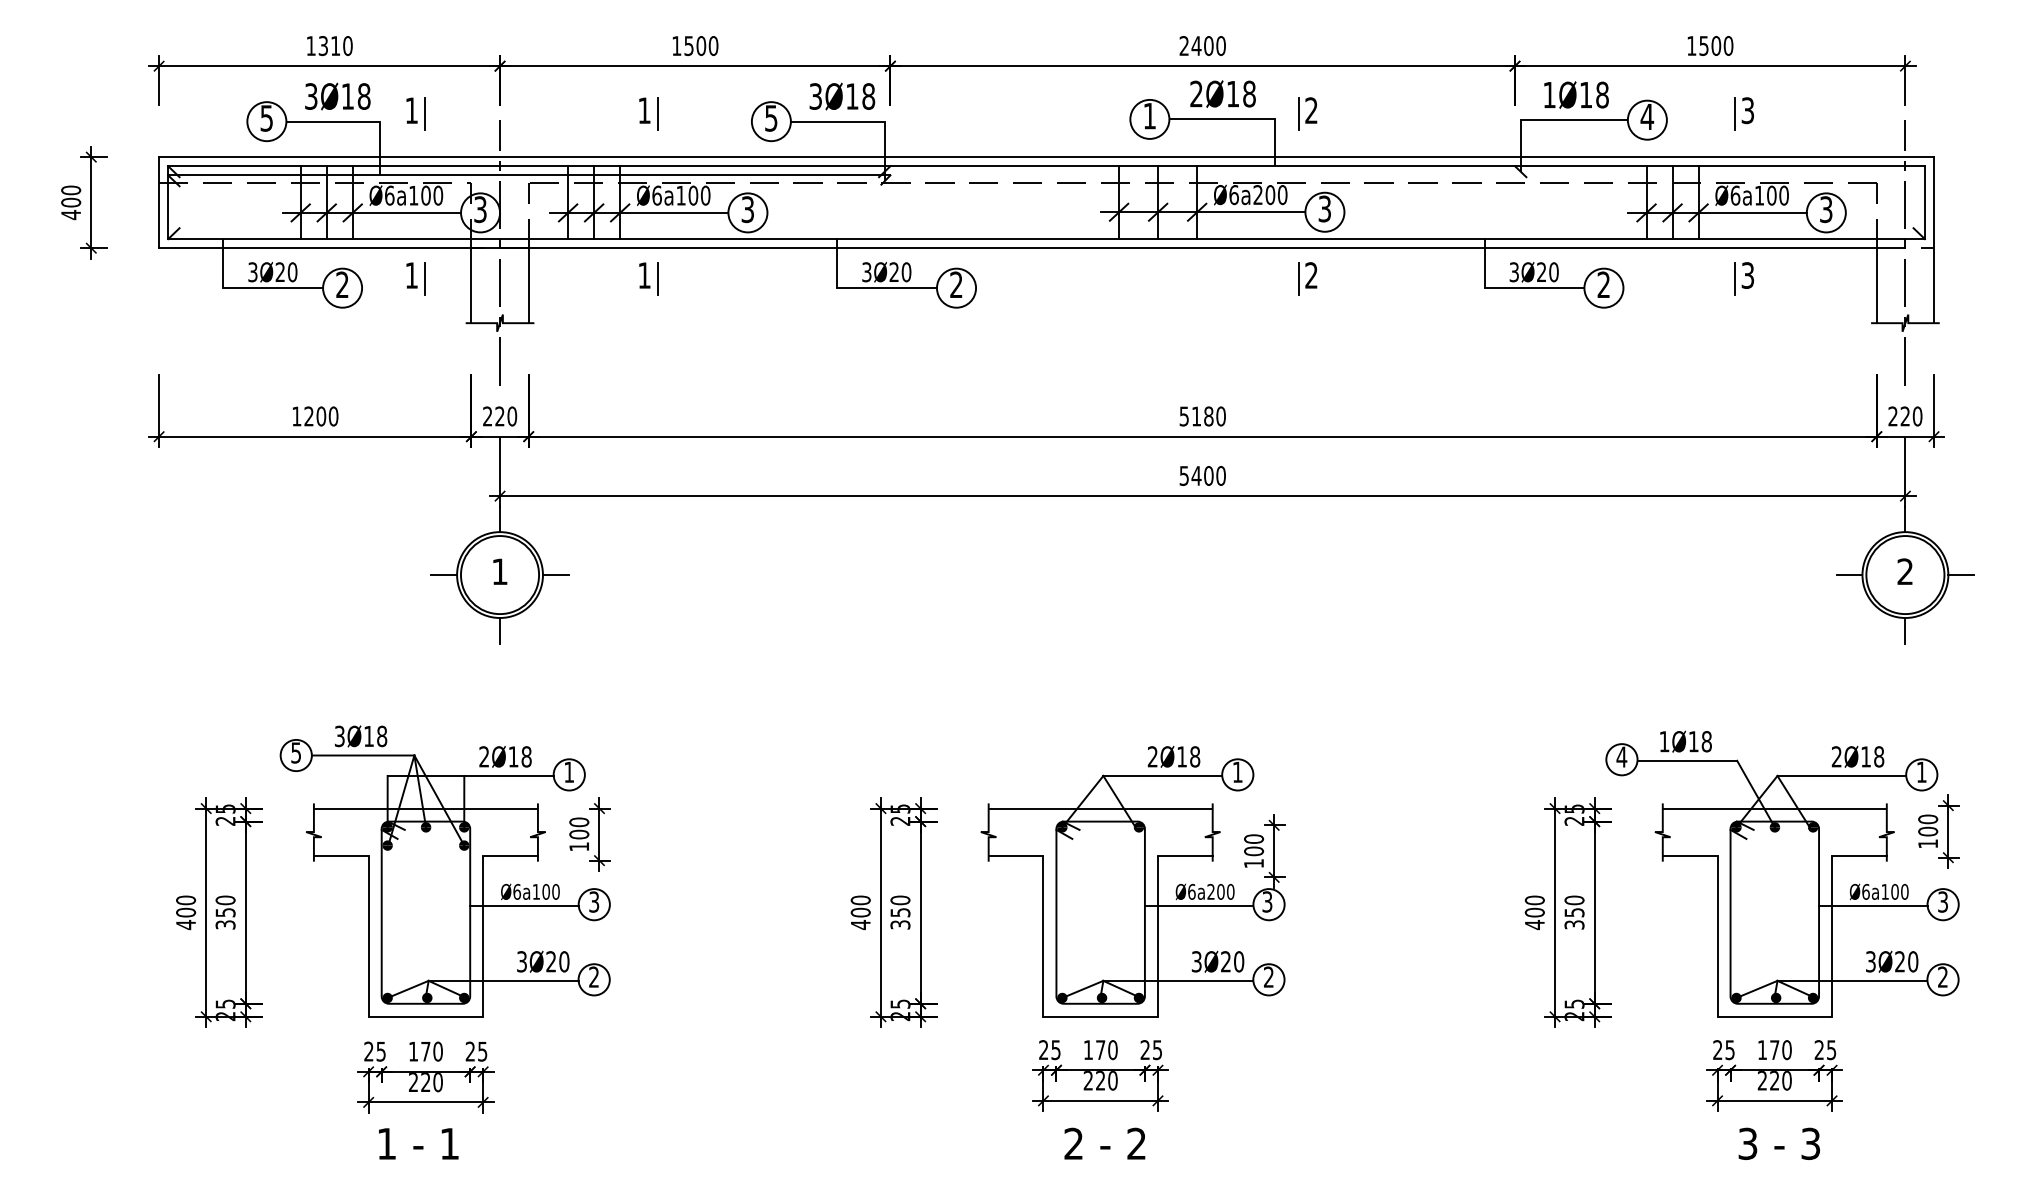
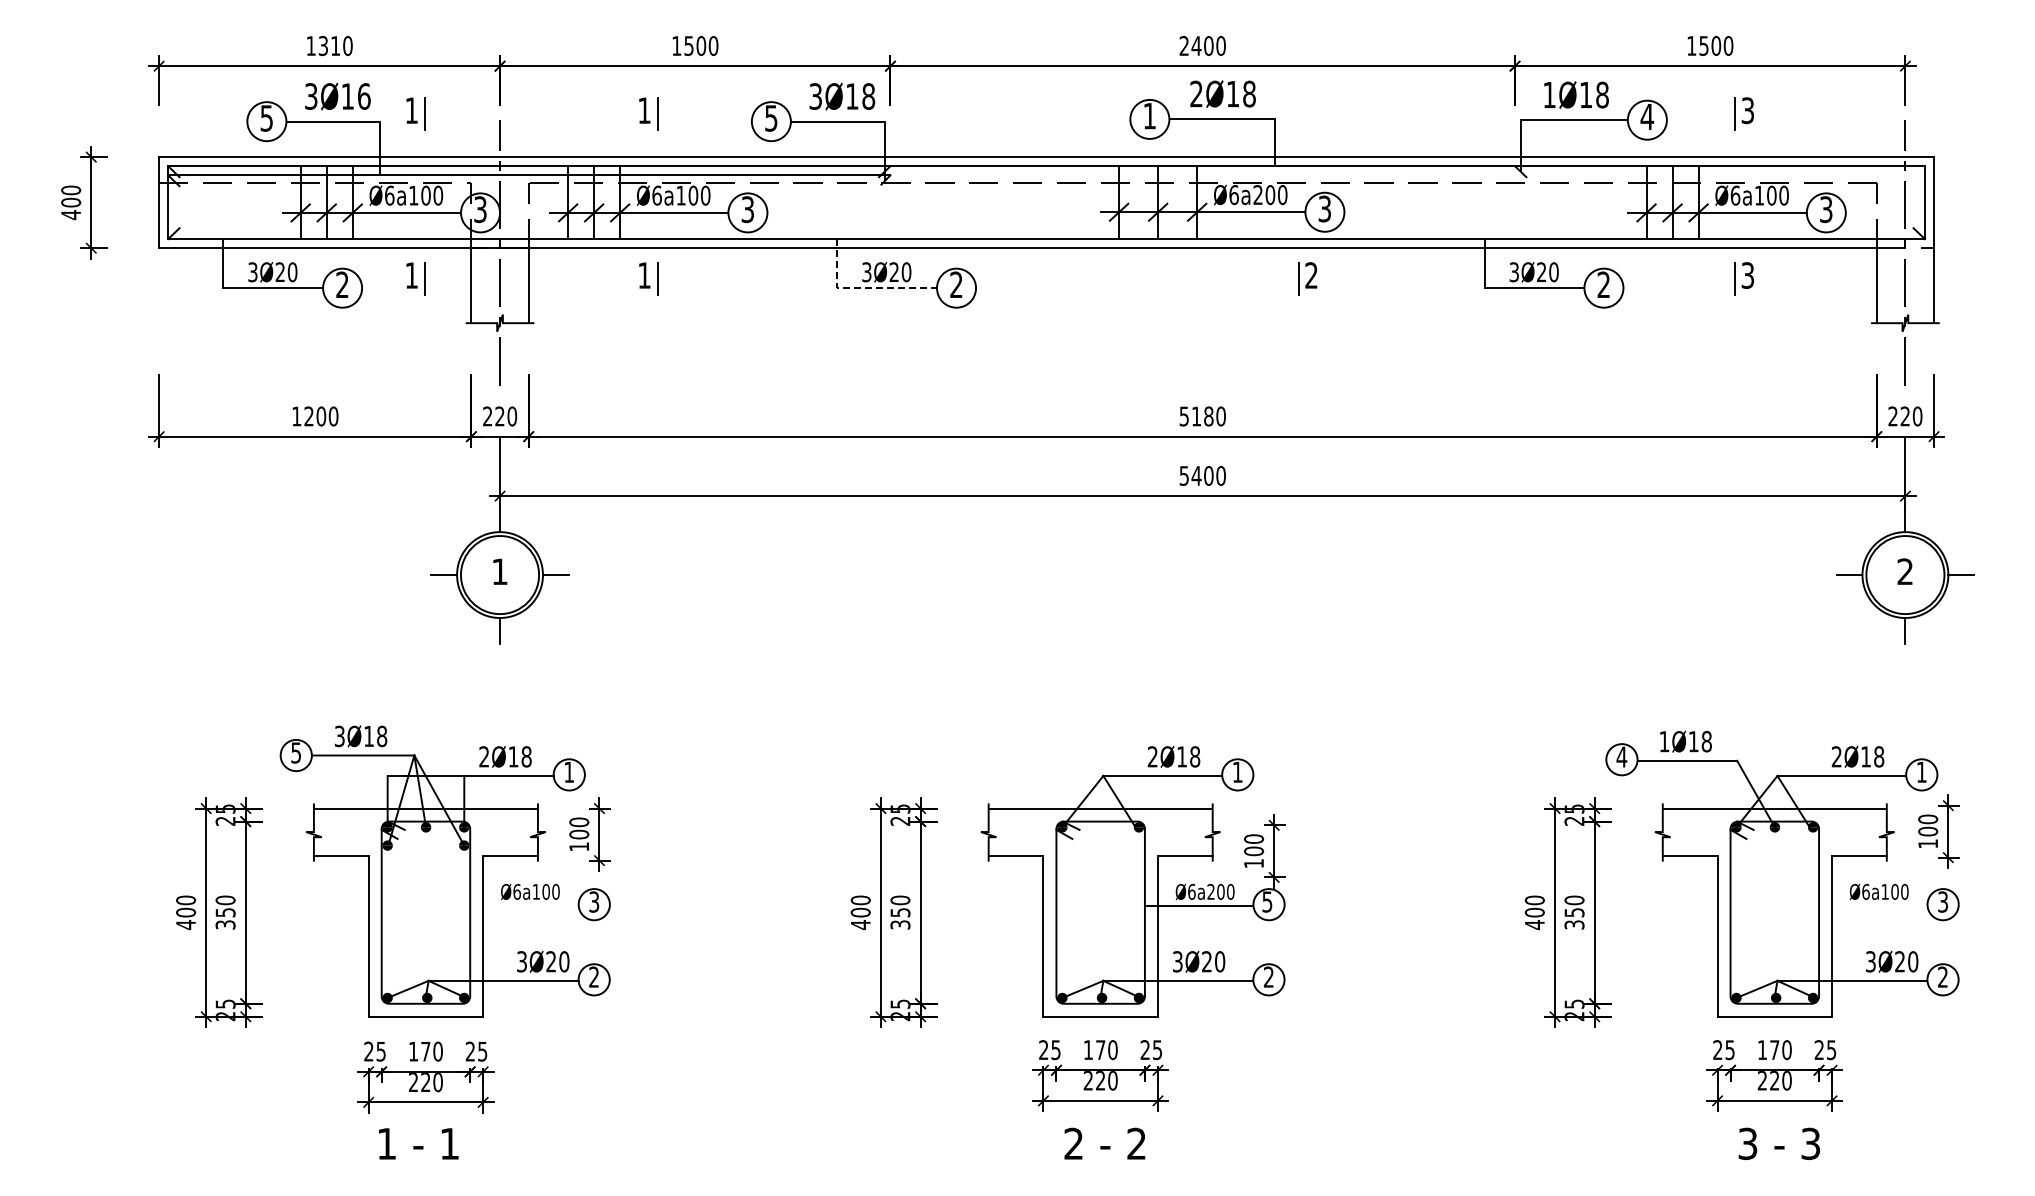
text at (363, 96): 3Ø18 -> 3Ø16
part at (1307, 113): present -> none
line at (862, 288): solid -> dashed
text at (1267, 901): 3 -> 5
line at (524, 905): present -> none
line at (1873, 905): present -> none
text at (1217, 961) position: (1217, 961) -> (1198, 961)
